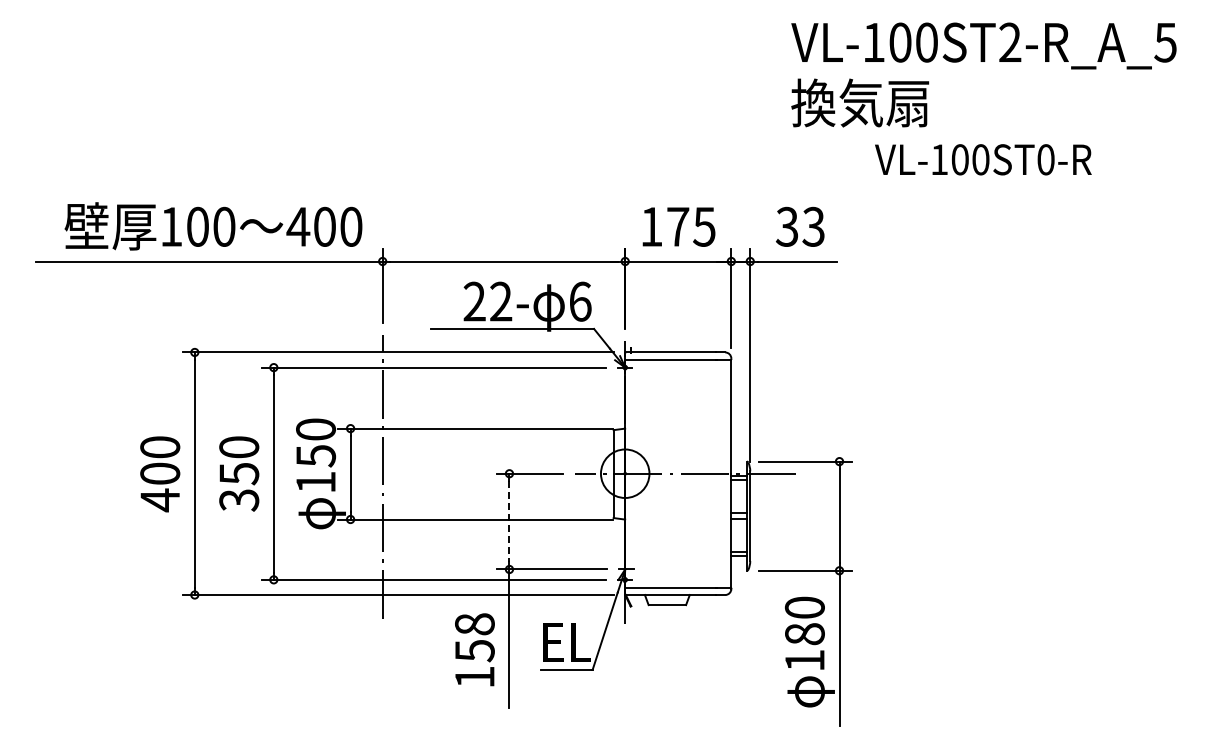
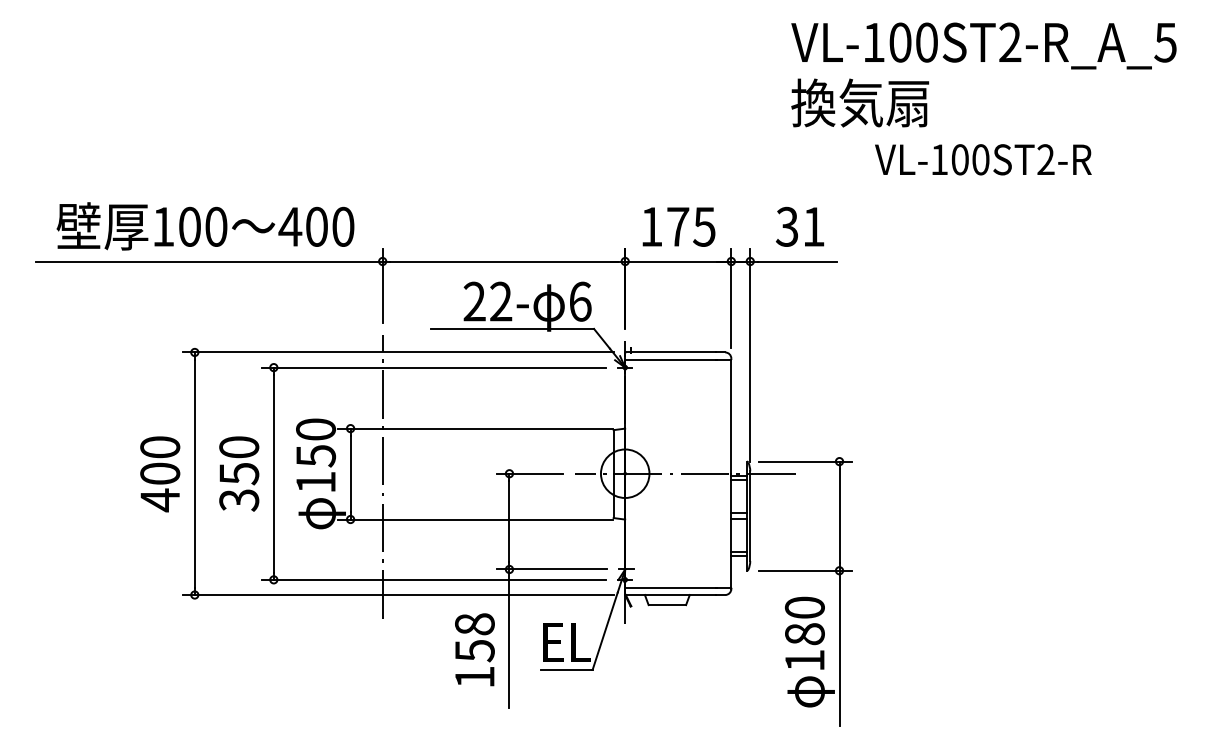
text at (1045, 159): VL-100ST0-R -> VL-100ST2-R
text at (213, 226) position: (213, 226) -> (205, 226)
text at (813, 226): 33 -> 31
line at (509, 521): dashed -> solid
